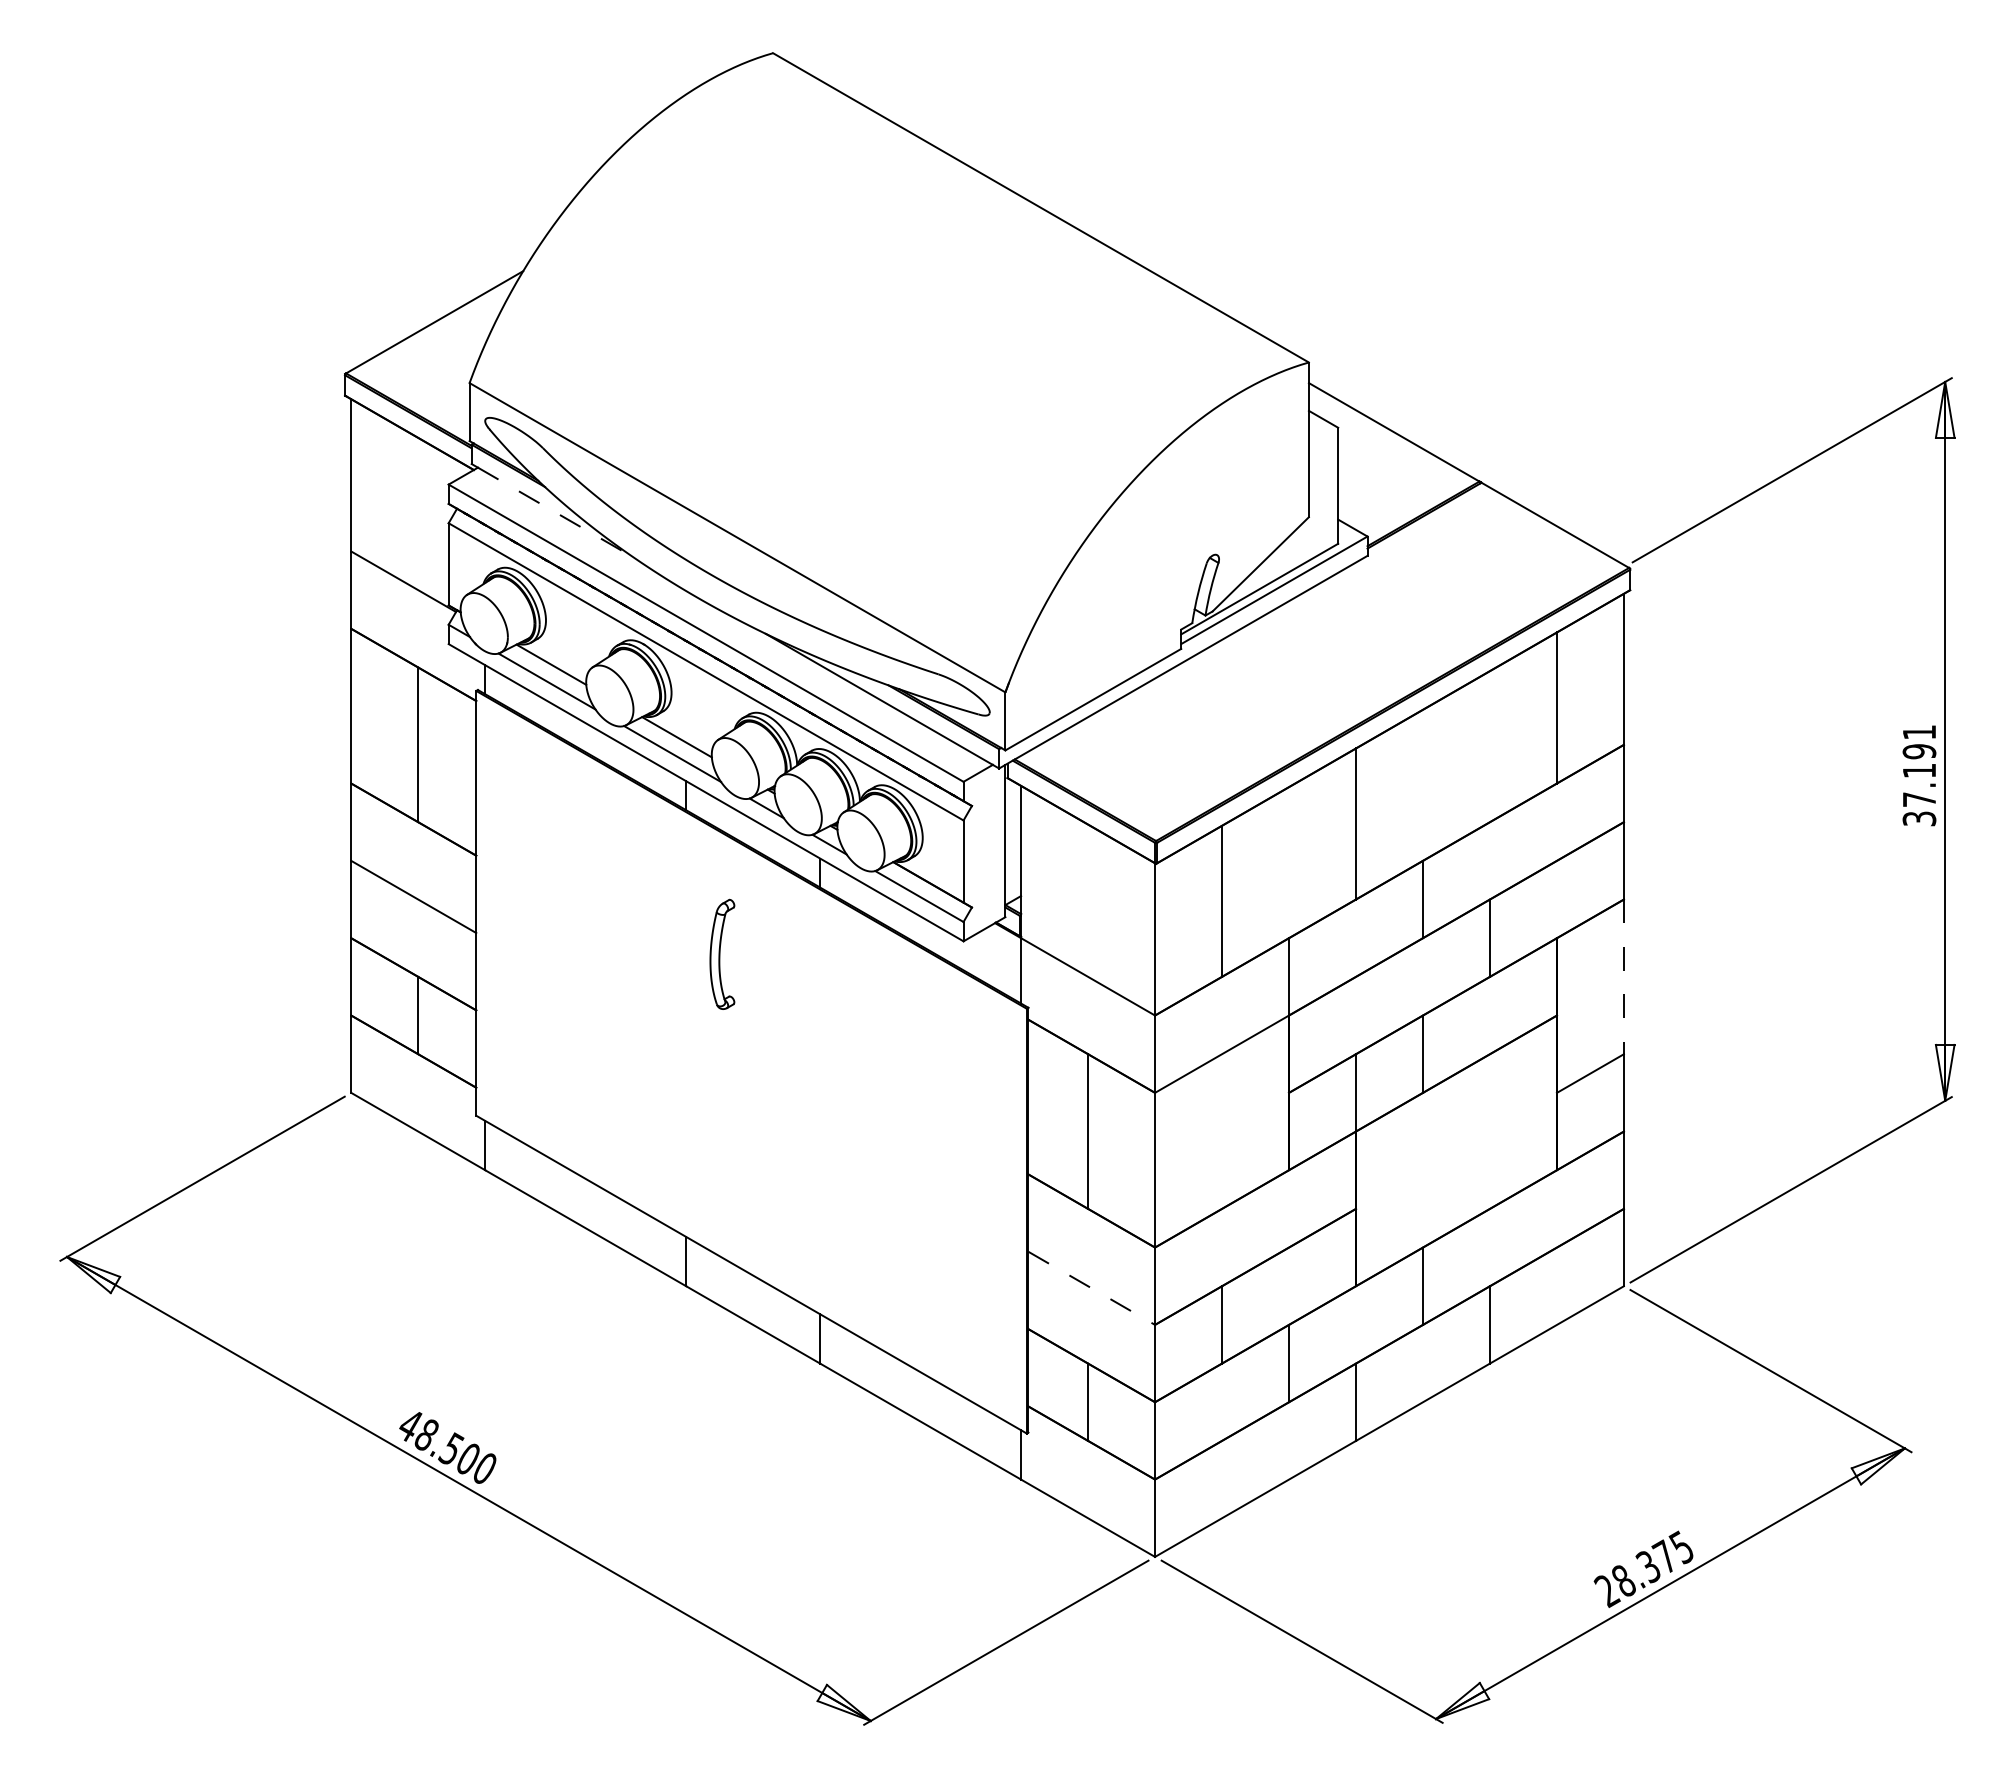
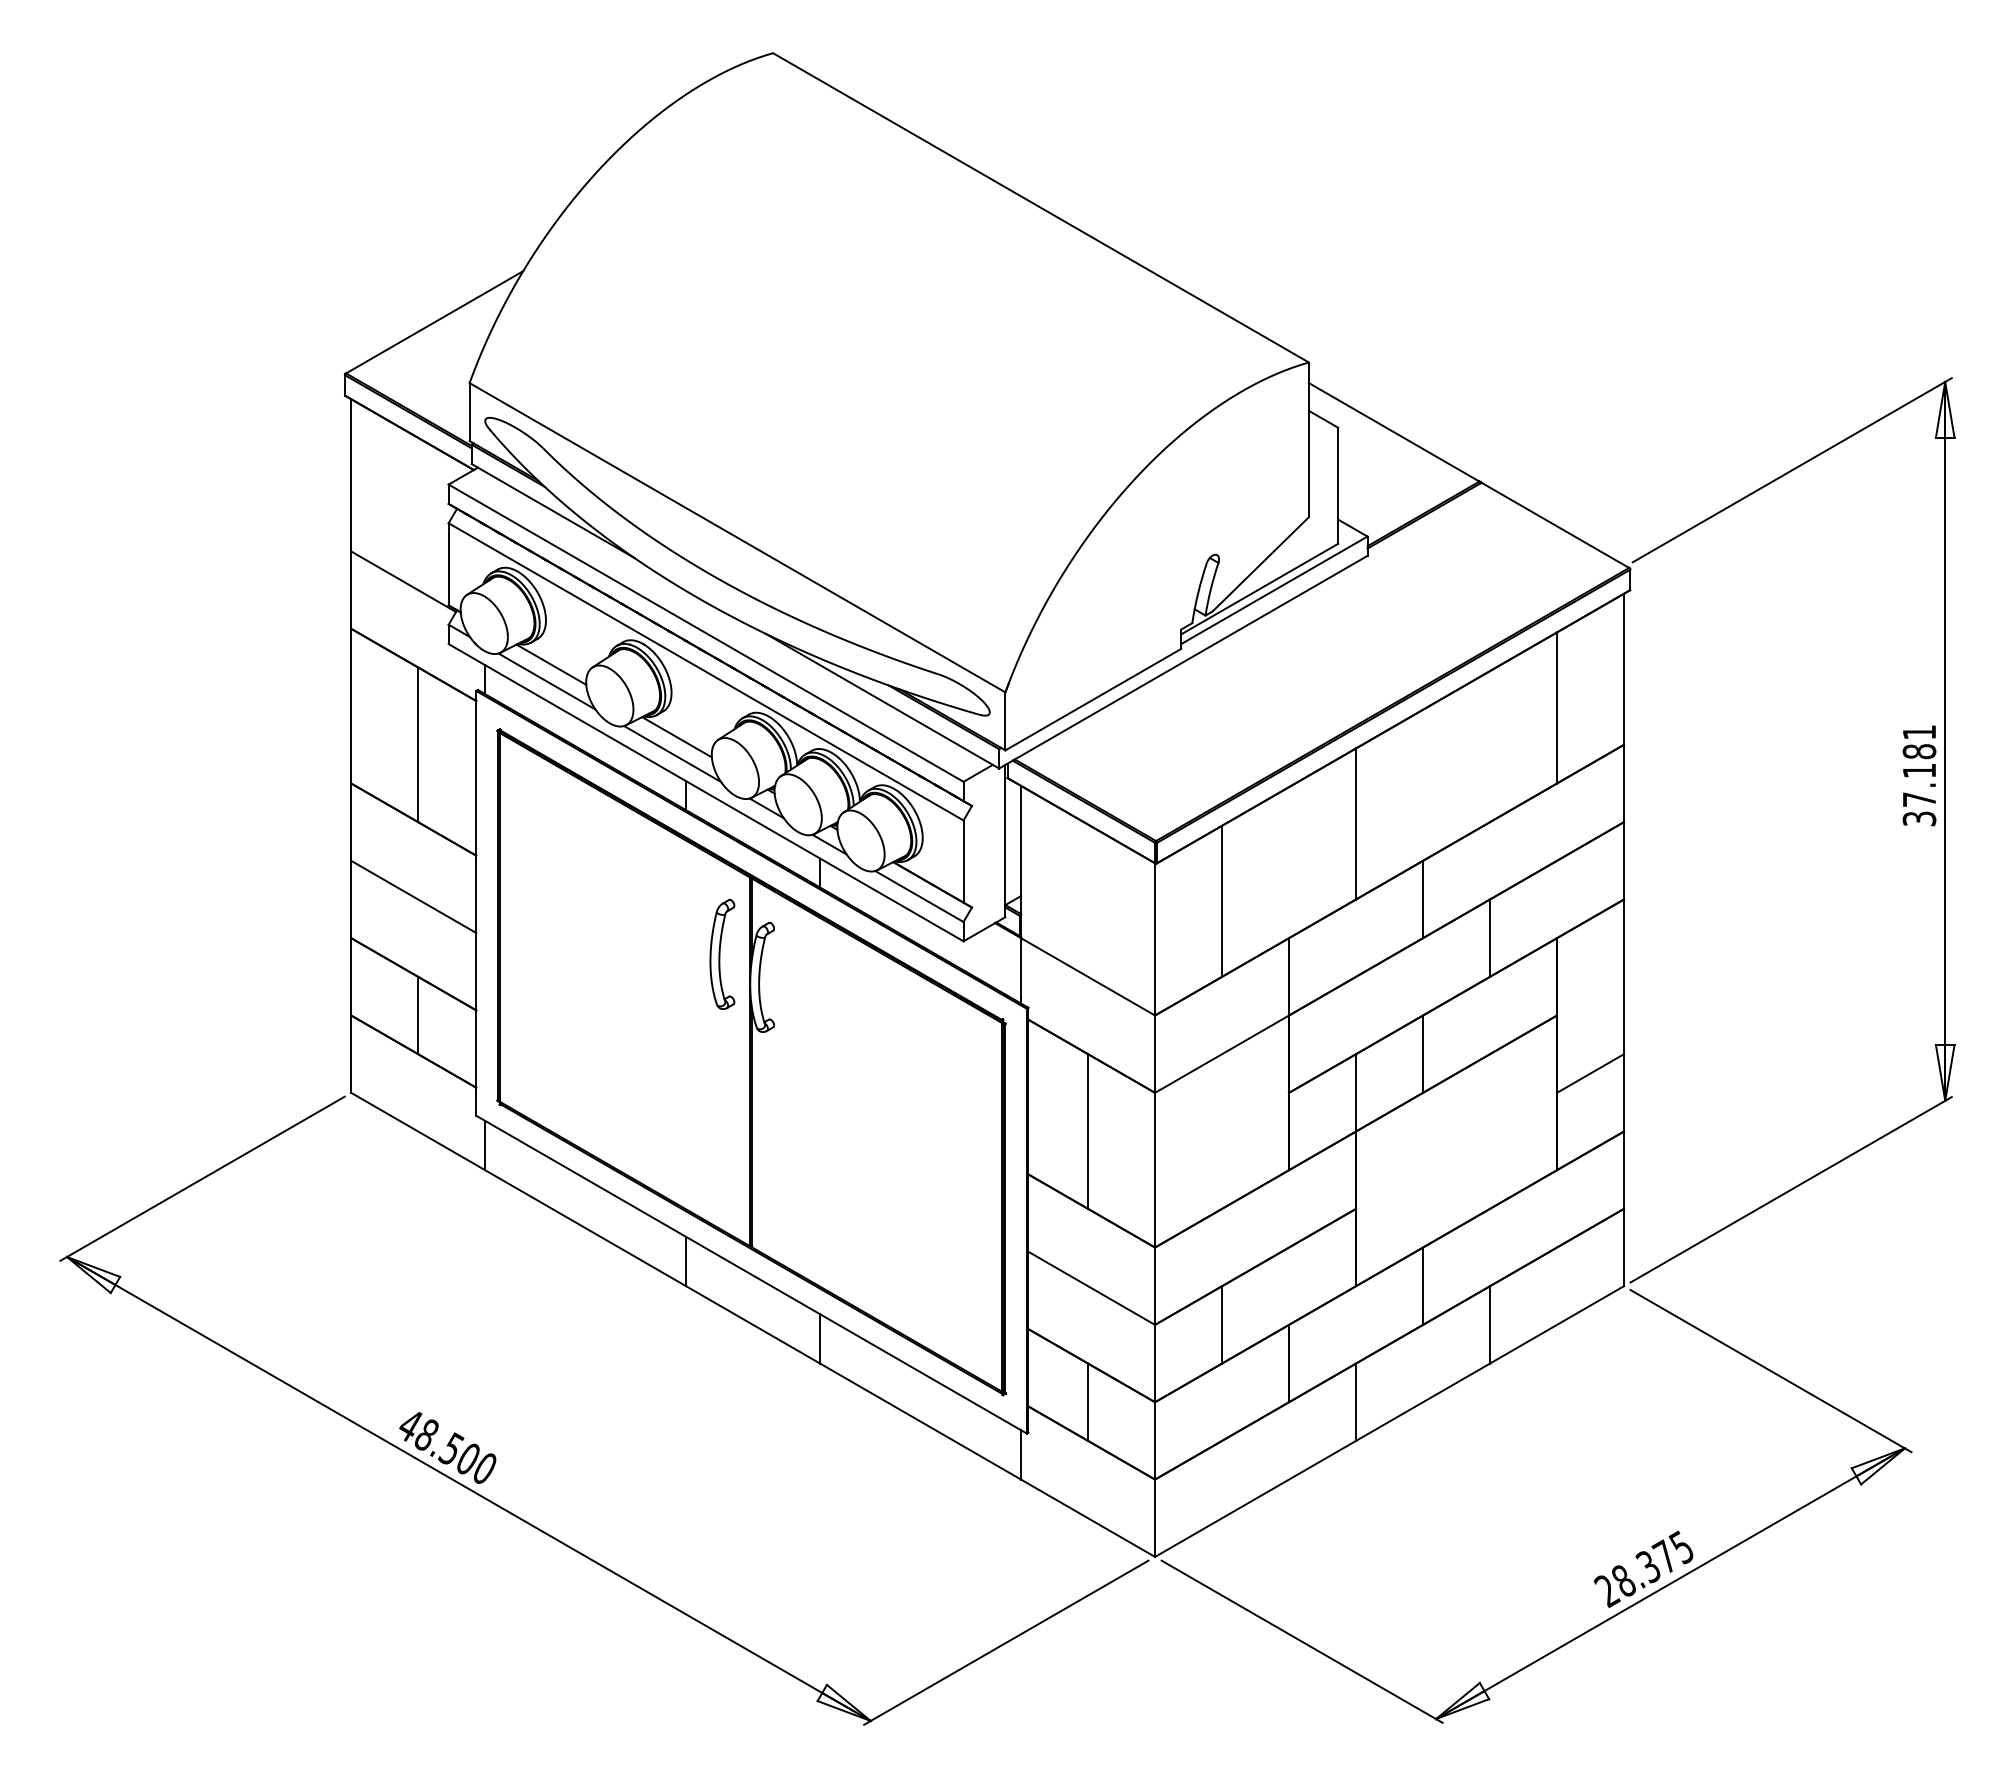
line at (556, 513): dashed -> solid
text at (1919, 751): 37.191 -> 37.181
line at (1623, 977): dashed -> solid
part at (751, 1062): none -> present
line at (1092, 1288): dashed -> solid
